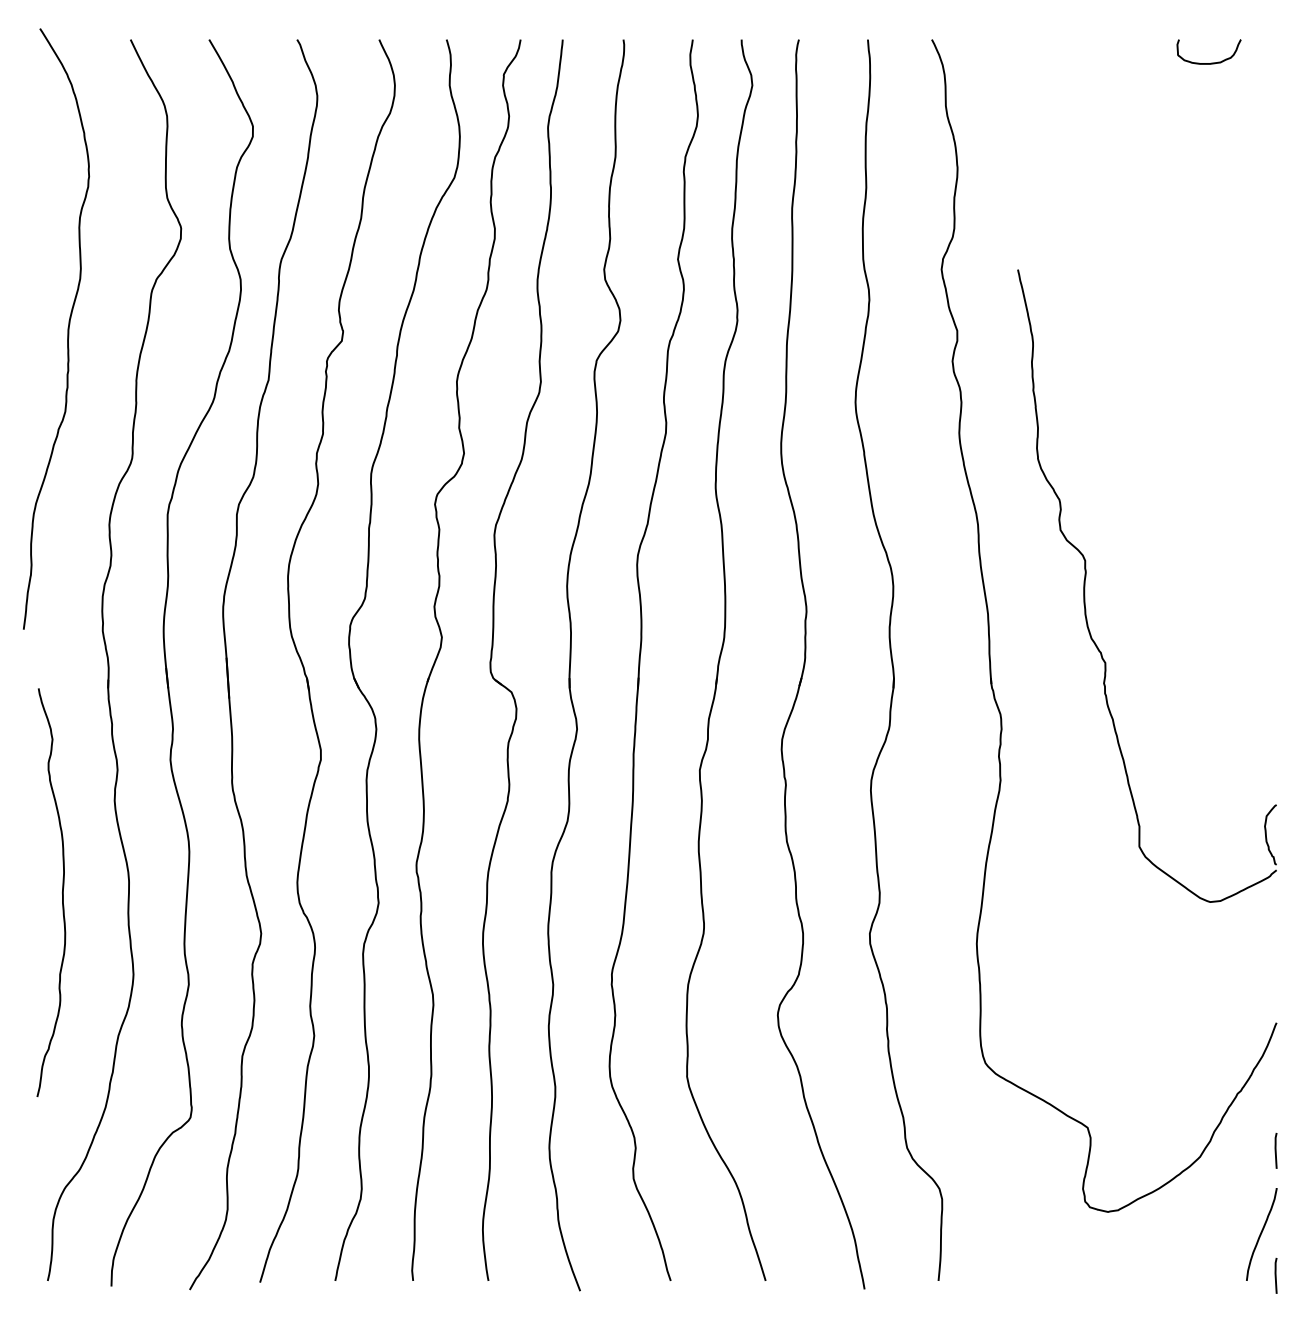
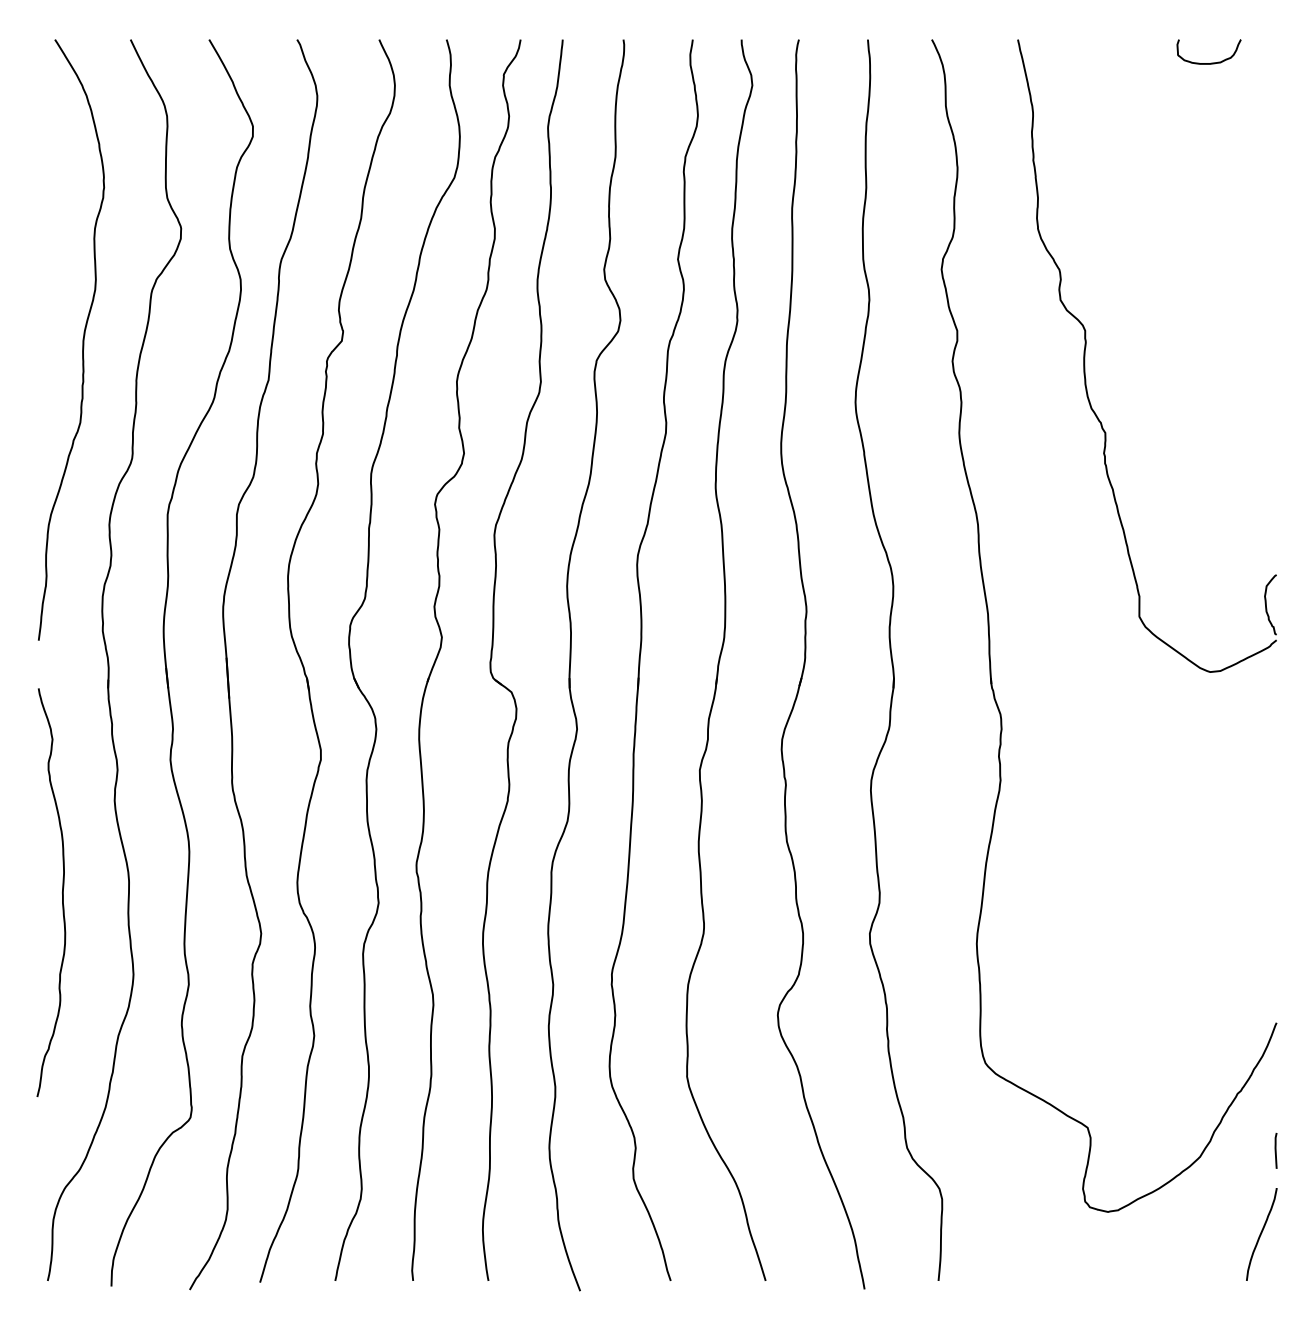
curve at (67, 328) position: (67, 328) -> (82, 339)
part at (1086, 577) position: (1086, 577) -> (1086, 347)
line at (1275, 1275): present -> none
